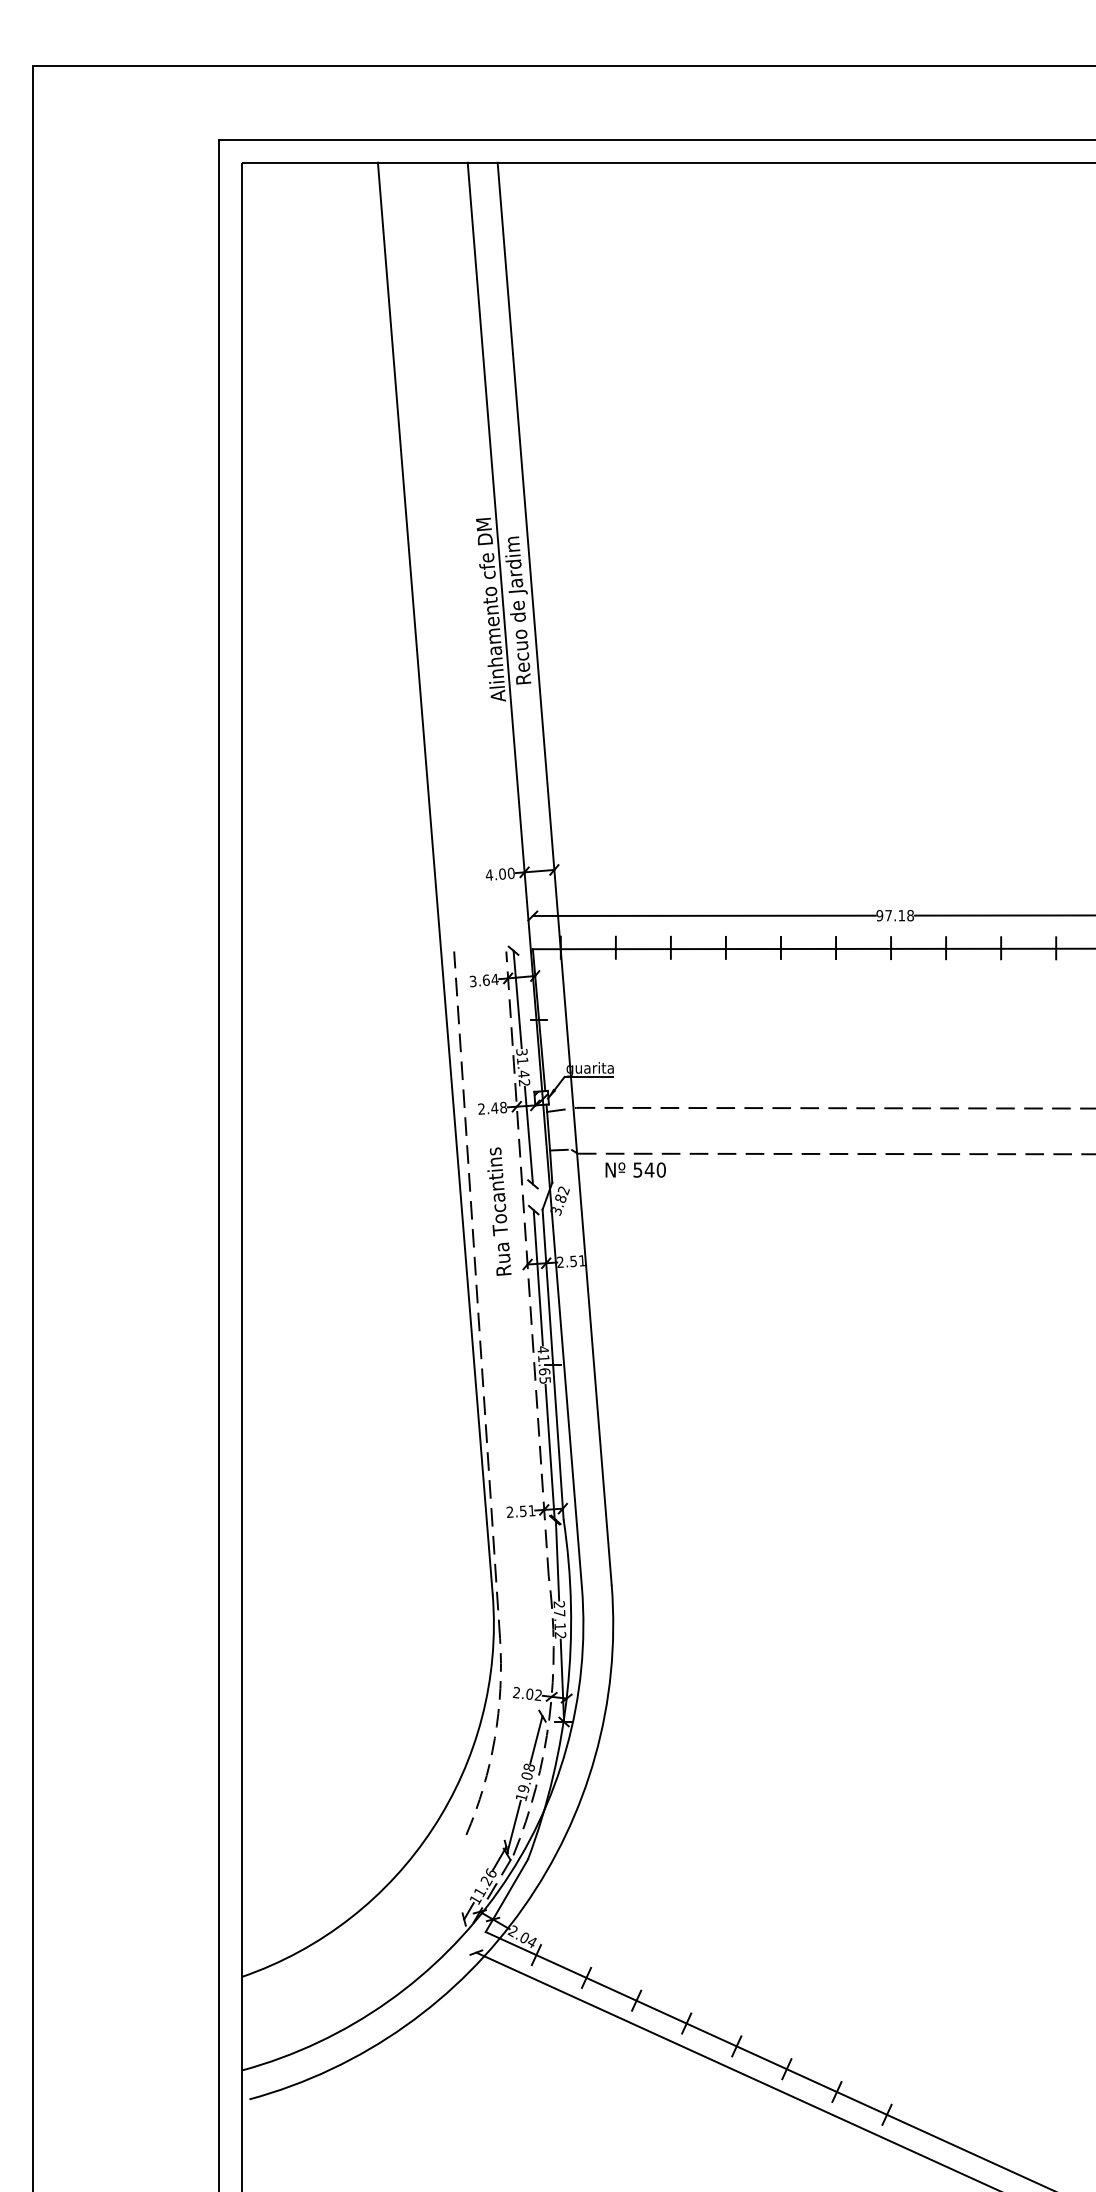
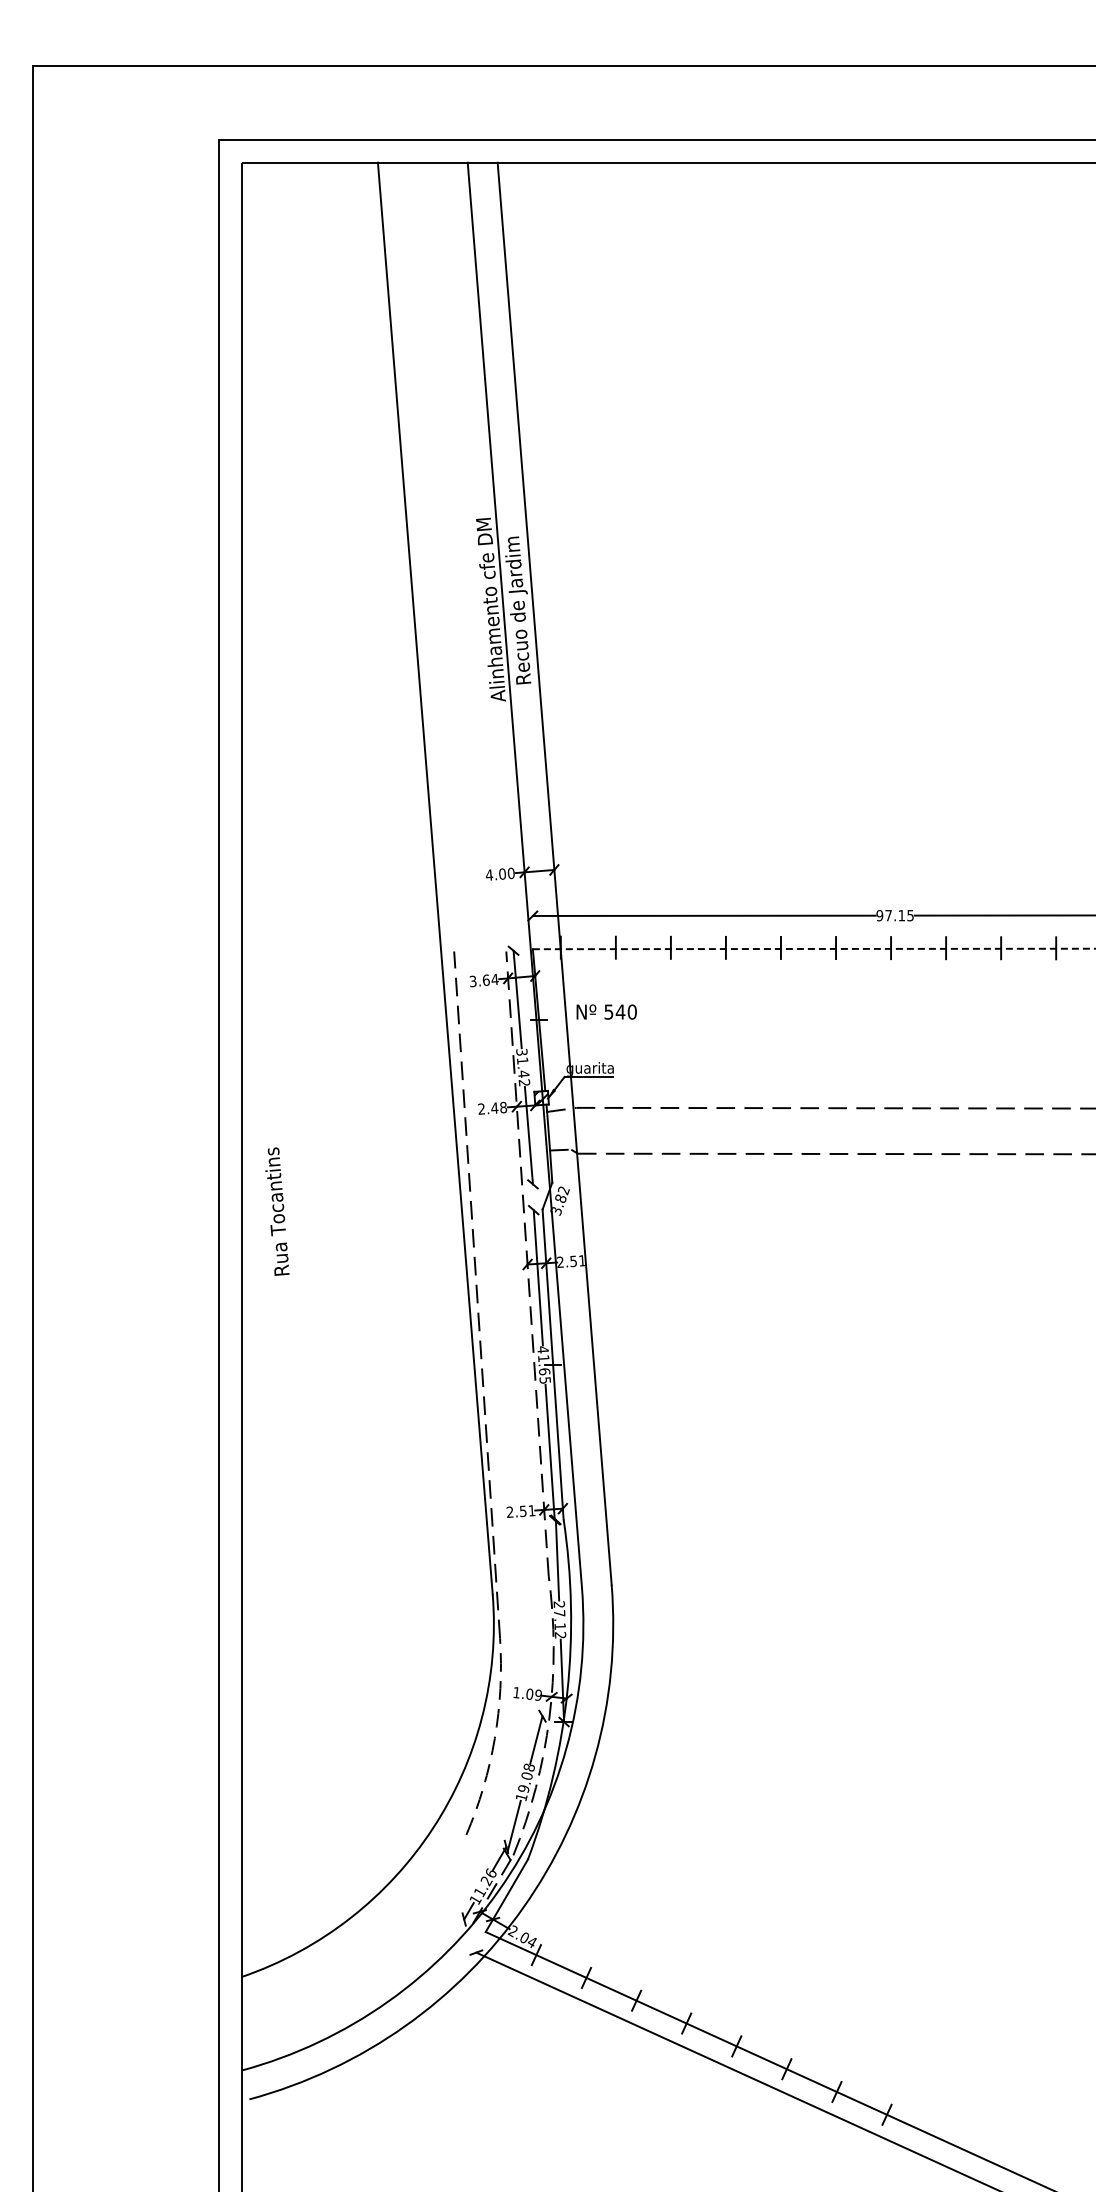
text at (910, 915): 97.18 -> 97.15
line at (814, 948): solid -> dashed
text at (635, 1169) position: (635, 1169) -> (606, 1011)
text at (499, 1211) position: (499, 1211) -> (277, 1211)
text at (526, 1694): 2.02 -> 1.09
